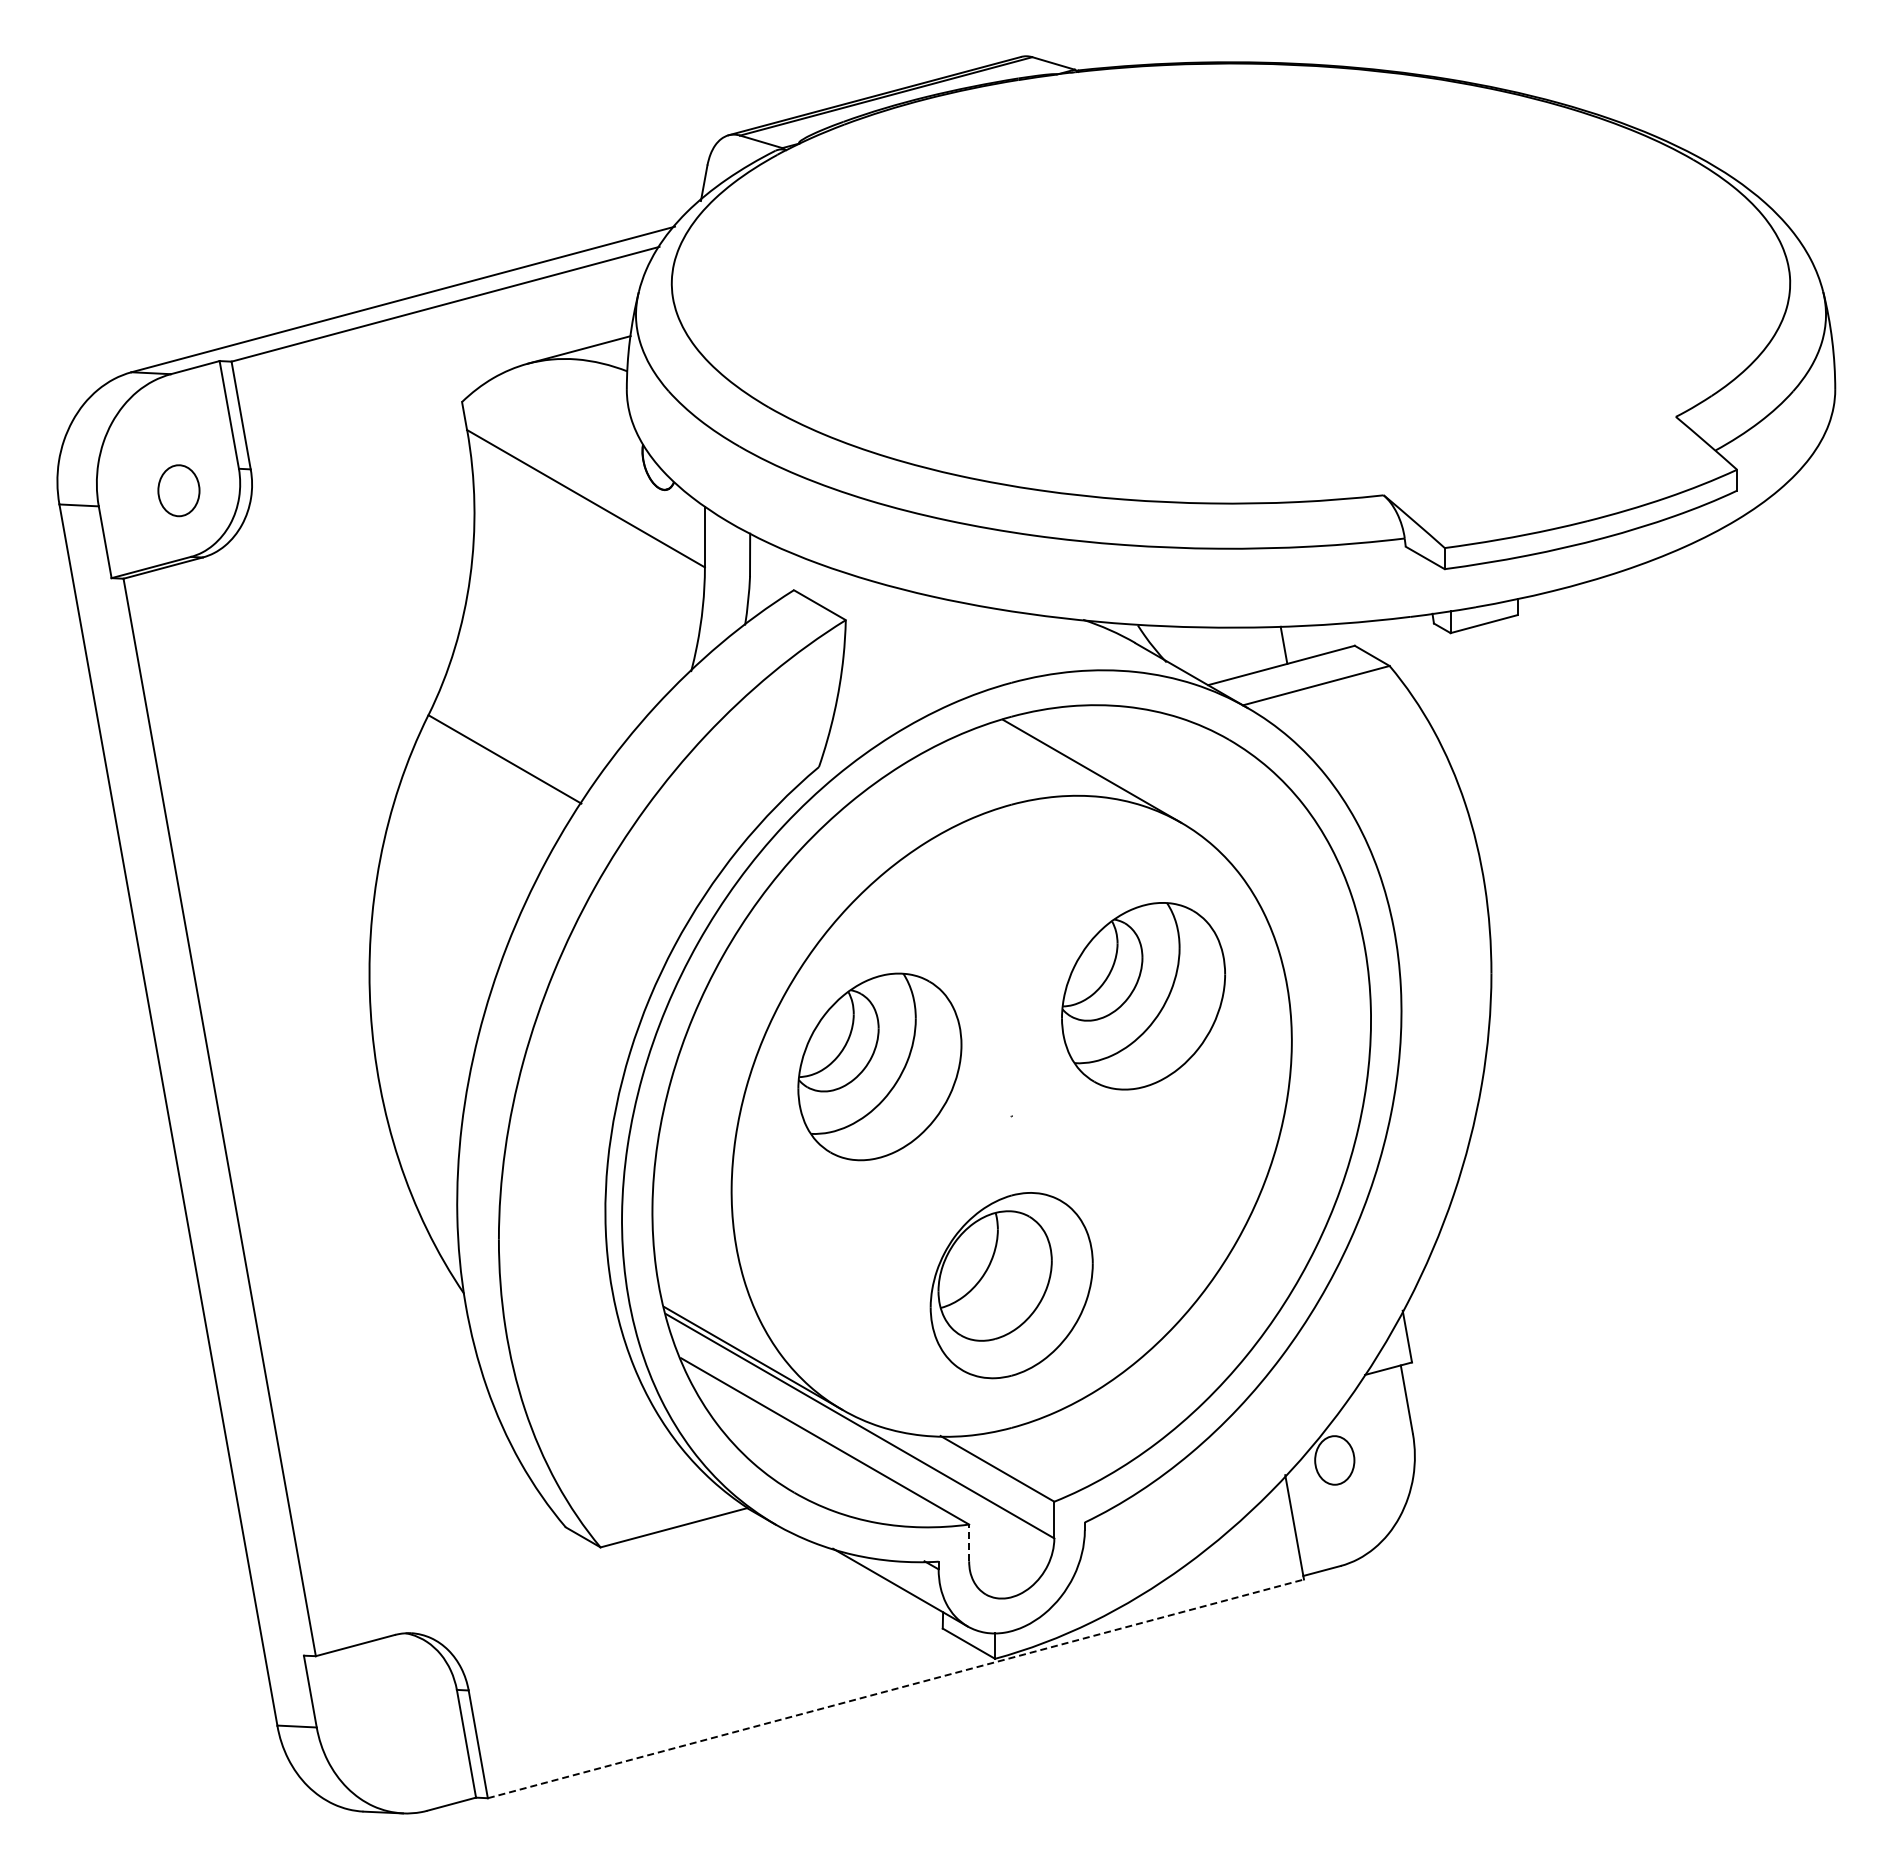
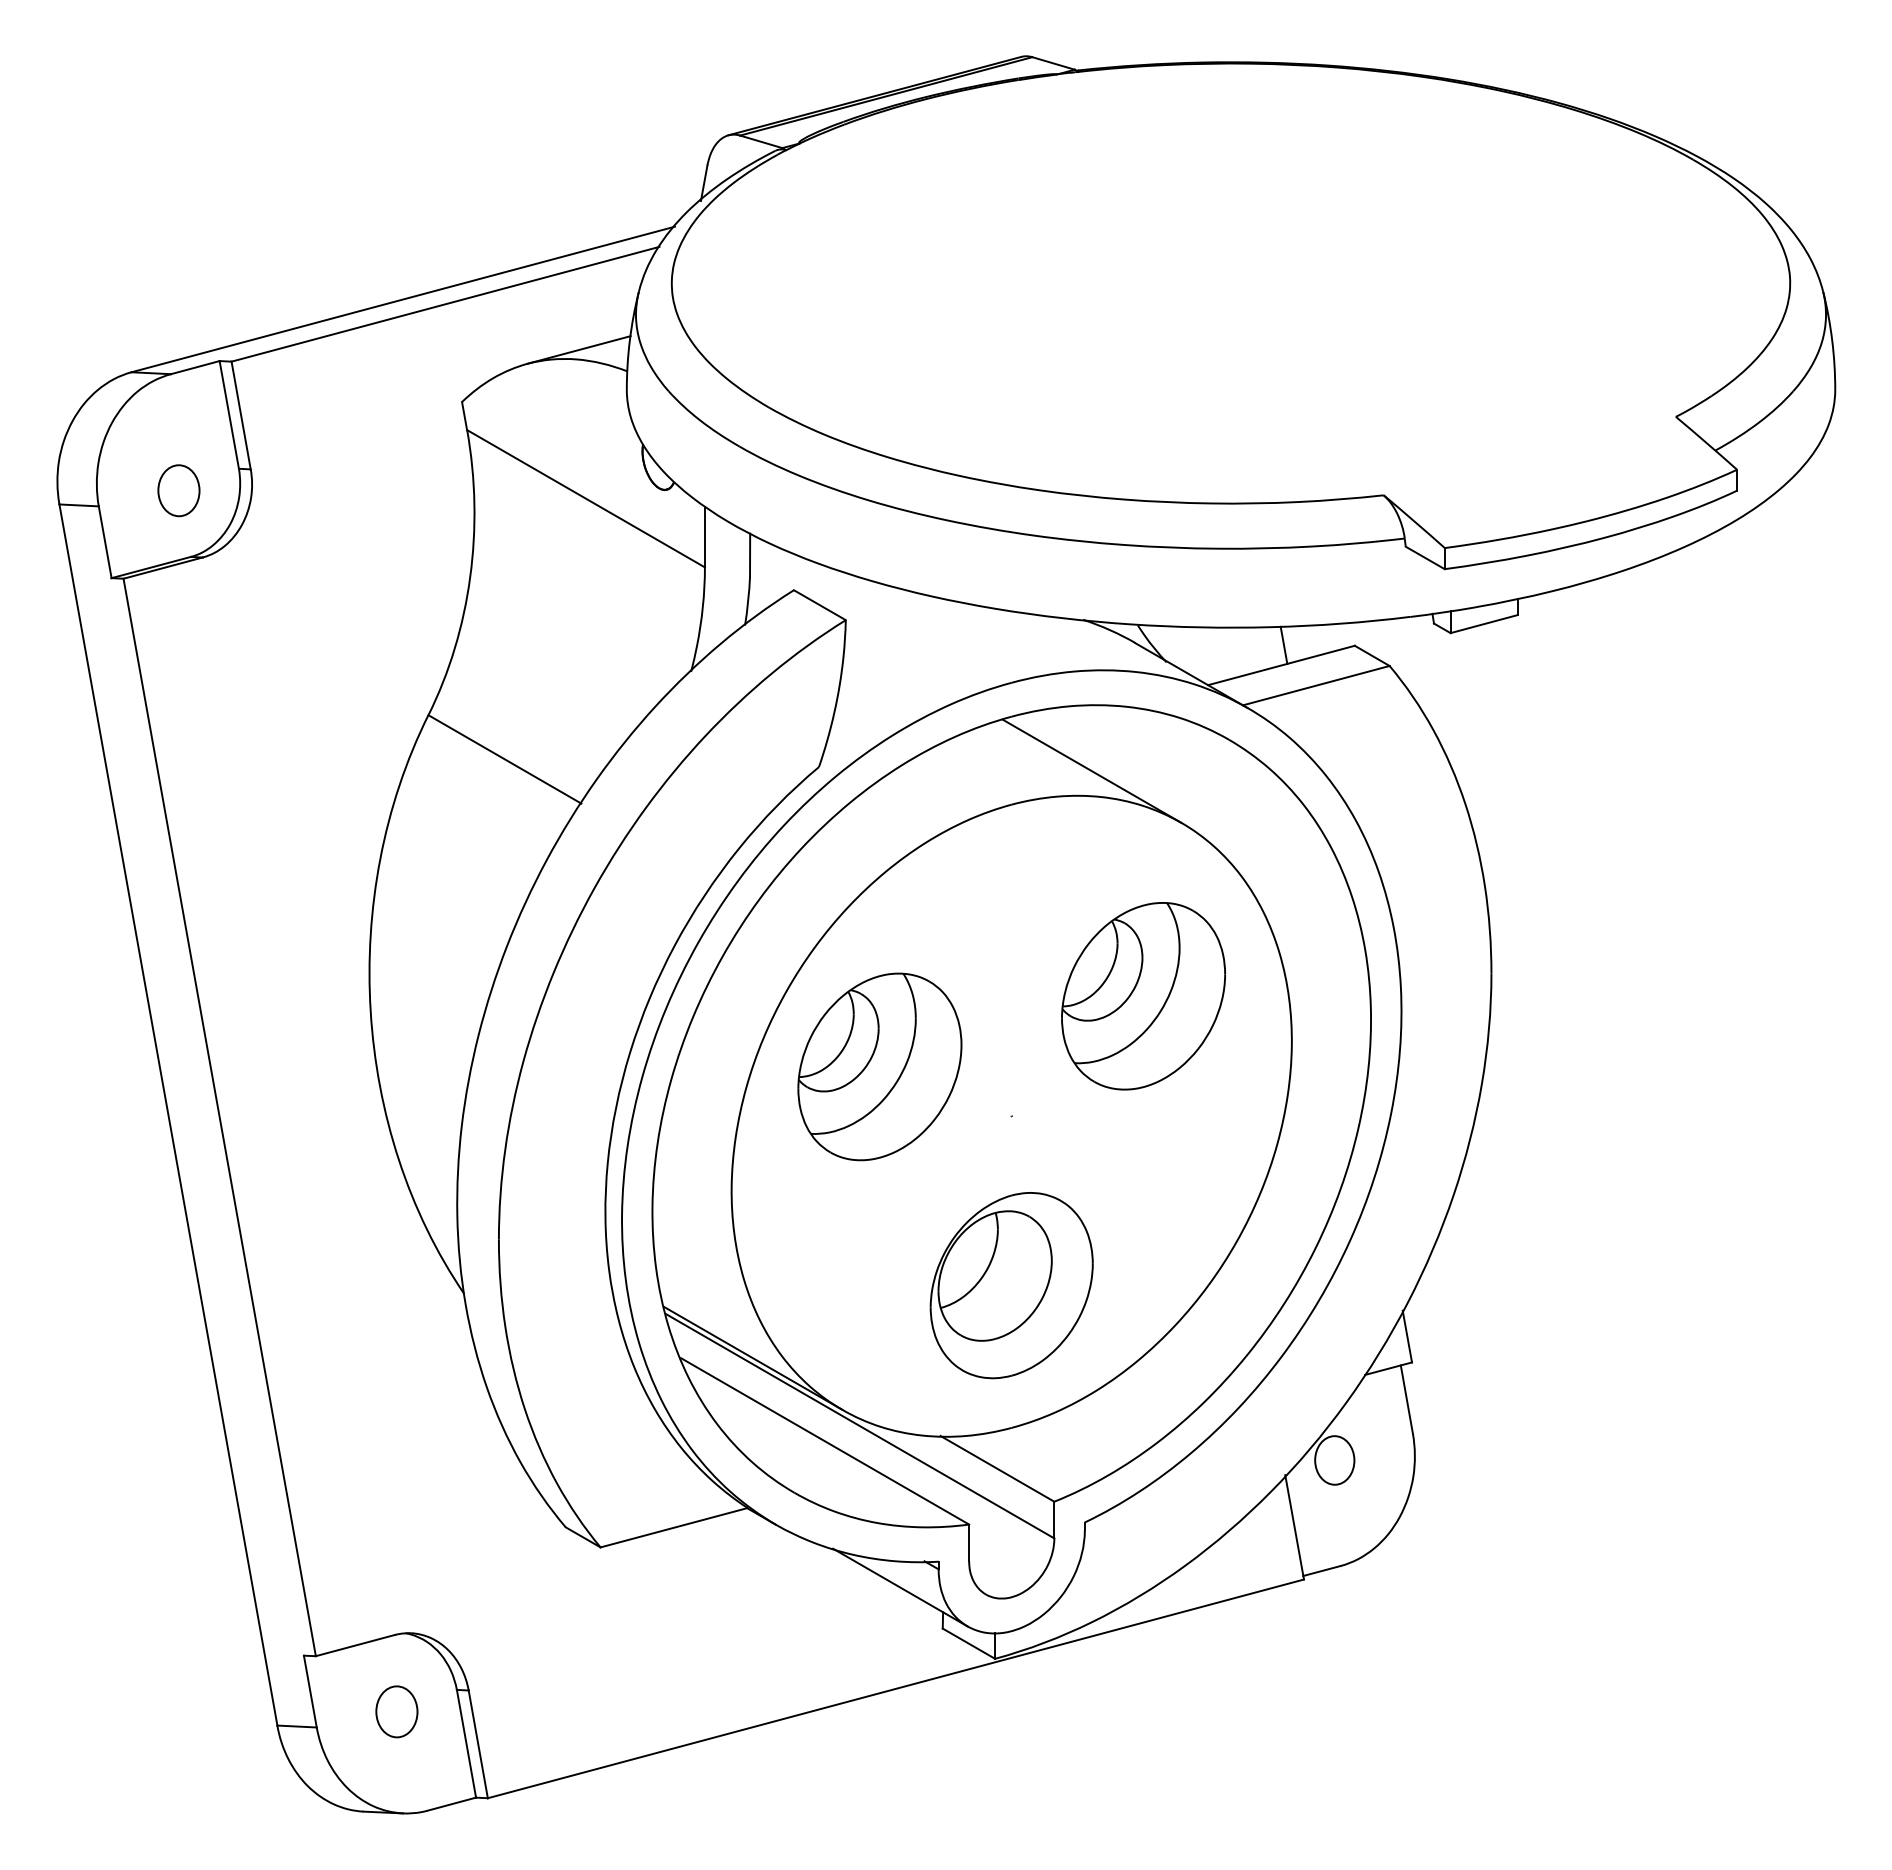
line at (969, 1542): dashed -> solid
line at (896, 1688): dashed -> solid
part at (396, 1711): none -> present
